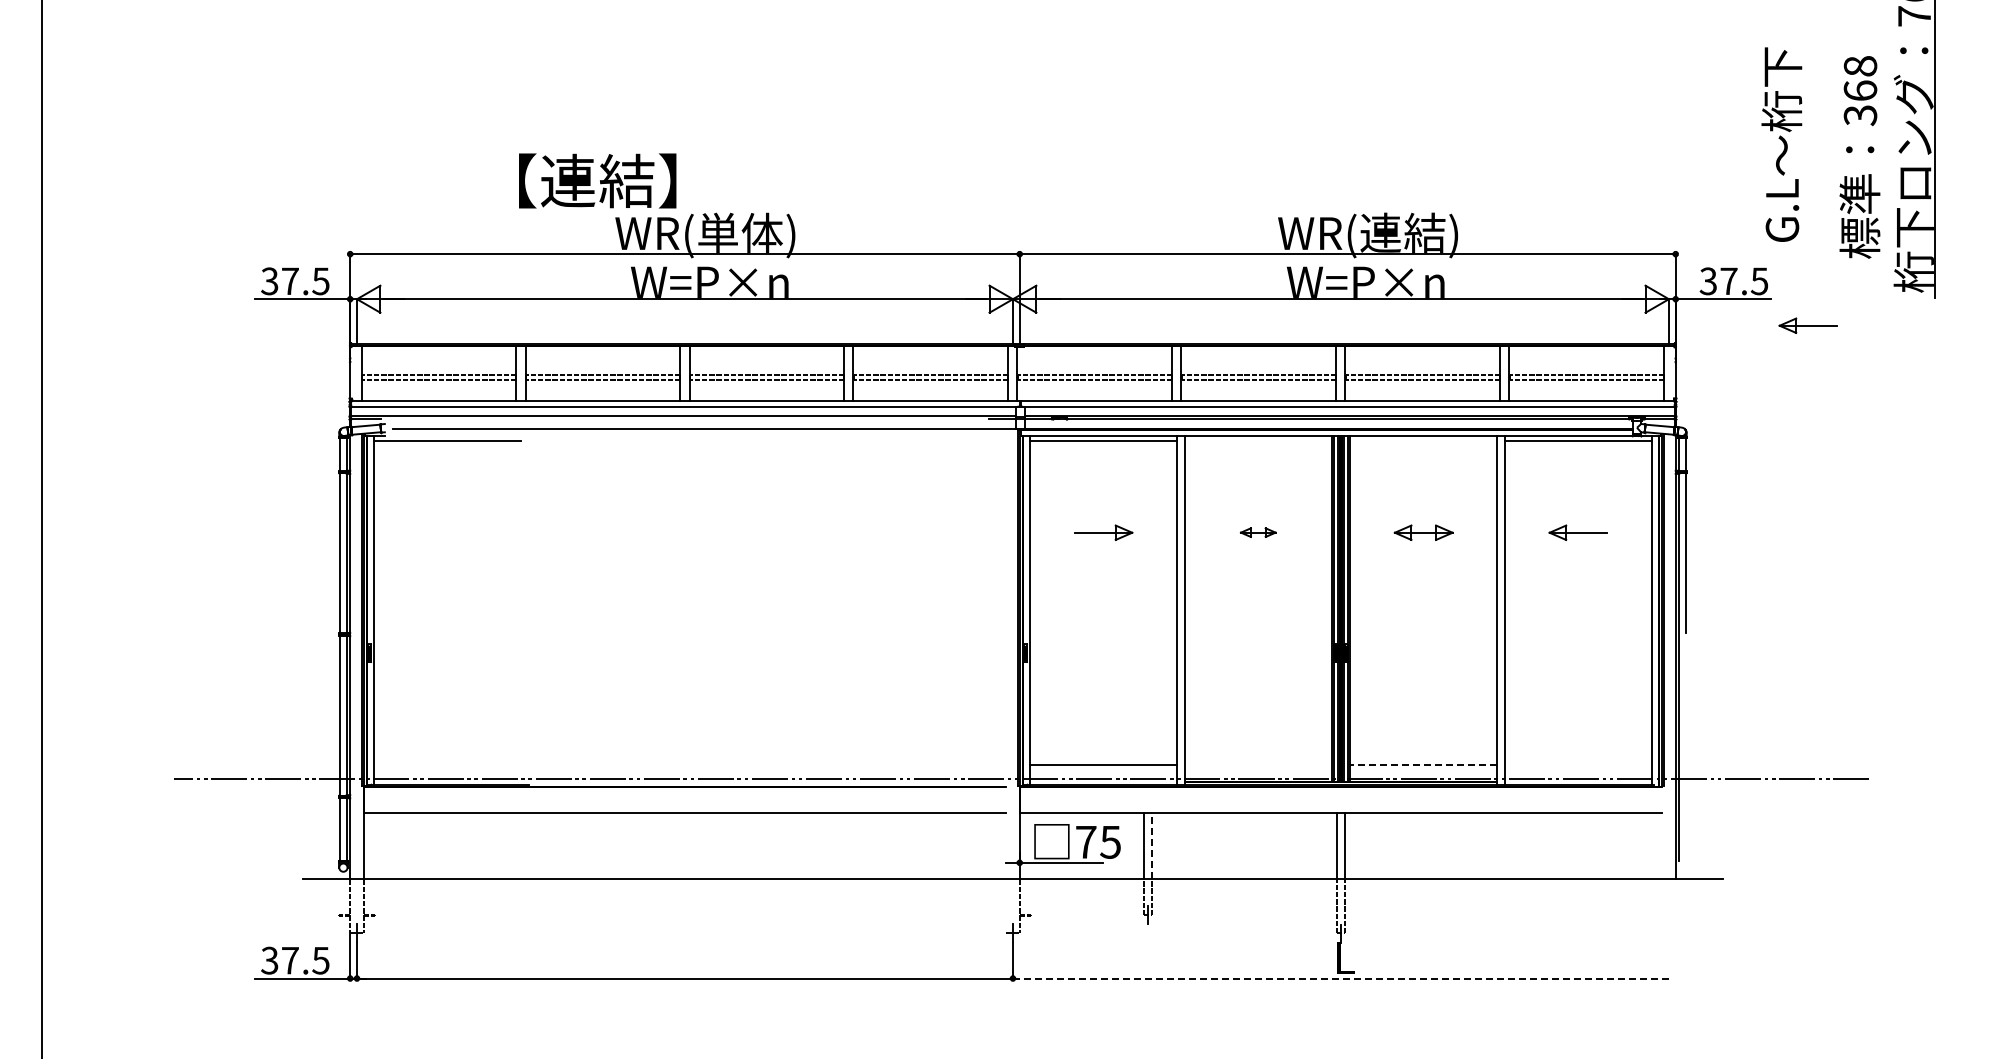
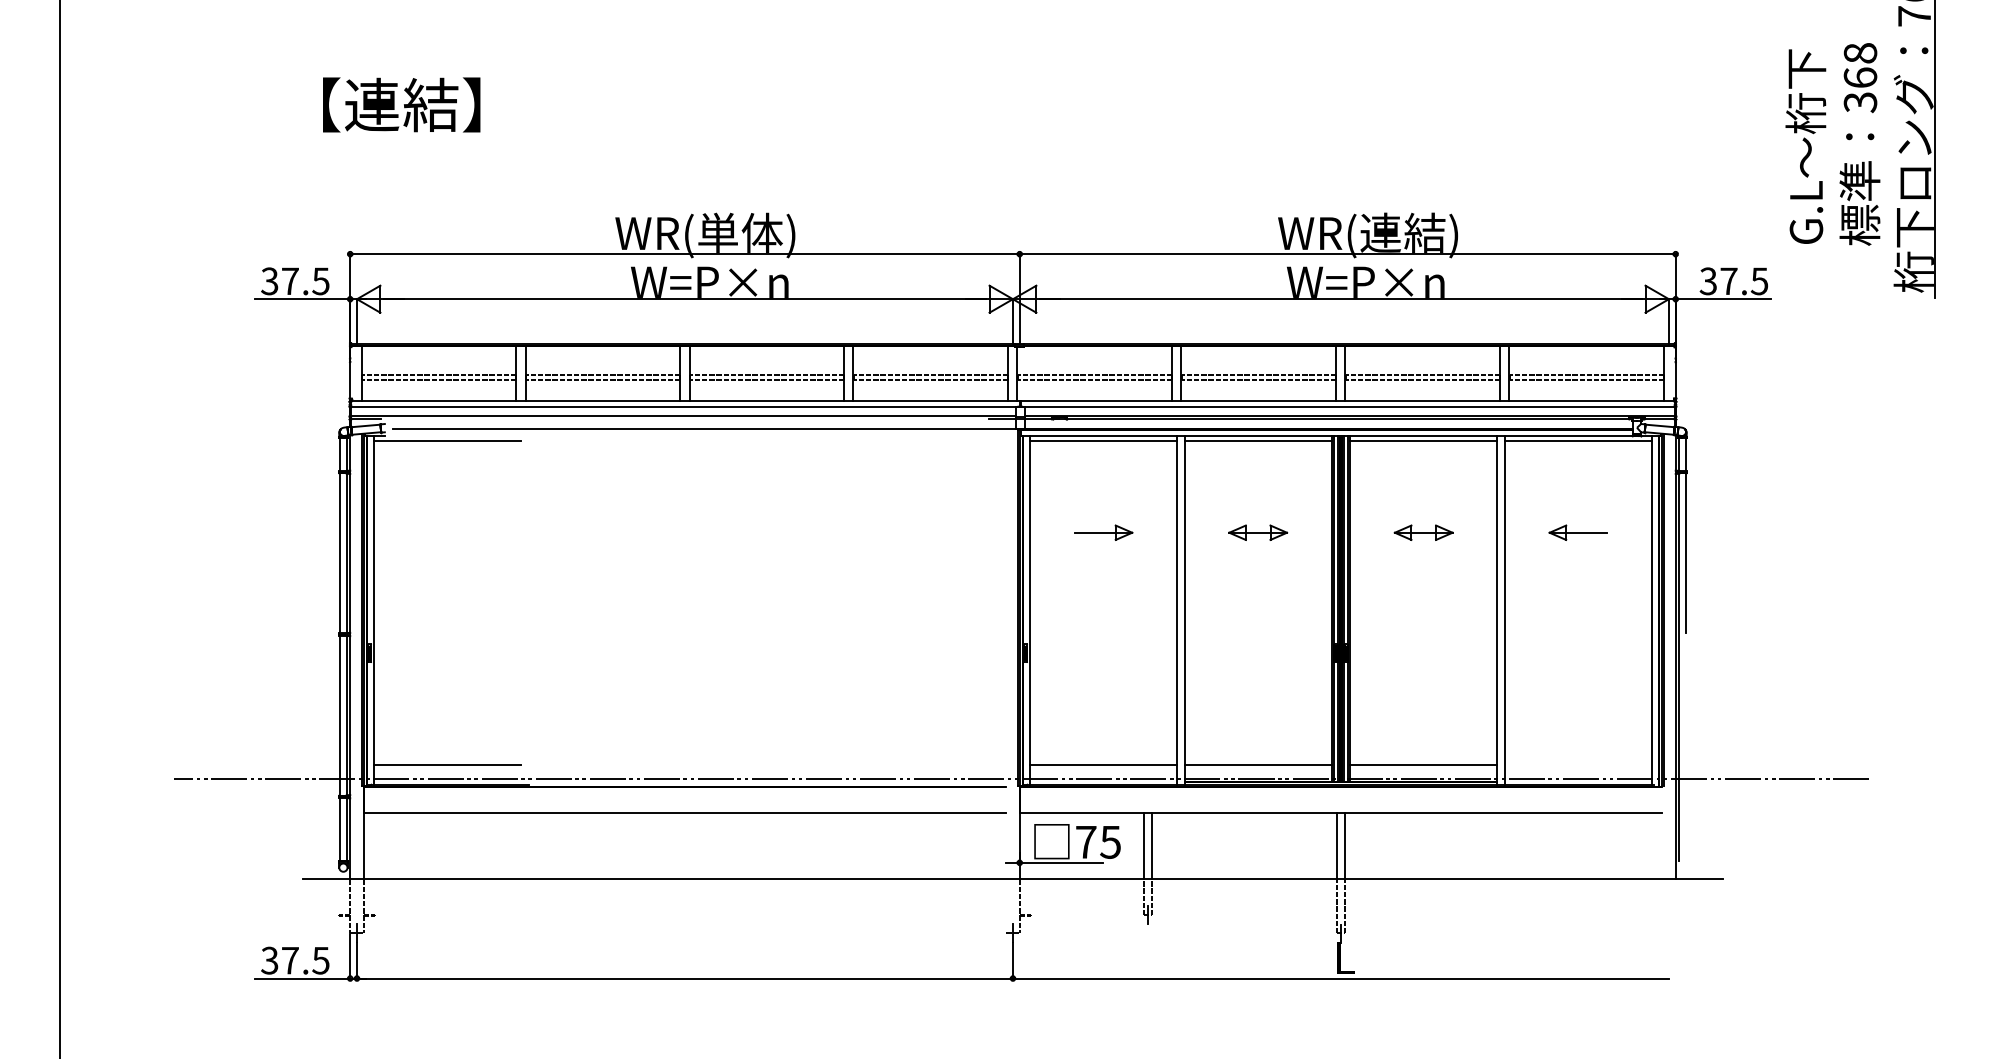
text at (1781, 144) position: (1781, 144) -> (1805, 146)
text at (1859, 157) position: (1859, 157) -> (1859, 144)
text at (597, 180) position: (597, 180) -> (401, 104)
part at (1807, 325): present -> none
line at (1257, 441): none -> present
line at (1423, 441): none -> present
line at (41, 528) position: (41, 528) -> (59, 528)
part at (1257, 532) size: 38x11 px -> 61x17 px
line at (447, 765): none -> present
line at (1257, 765): none -> present
line at (1423, 765): dashed -> solid
line at (1152, 845): dashed -> solid
line at (1340, 978): dashed -> solid
